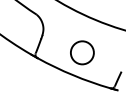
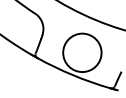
circle at (81, 52) diameter: 23 px -> 38 px
